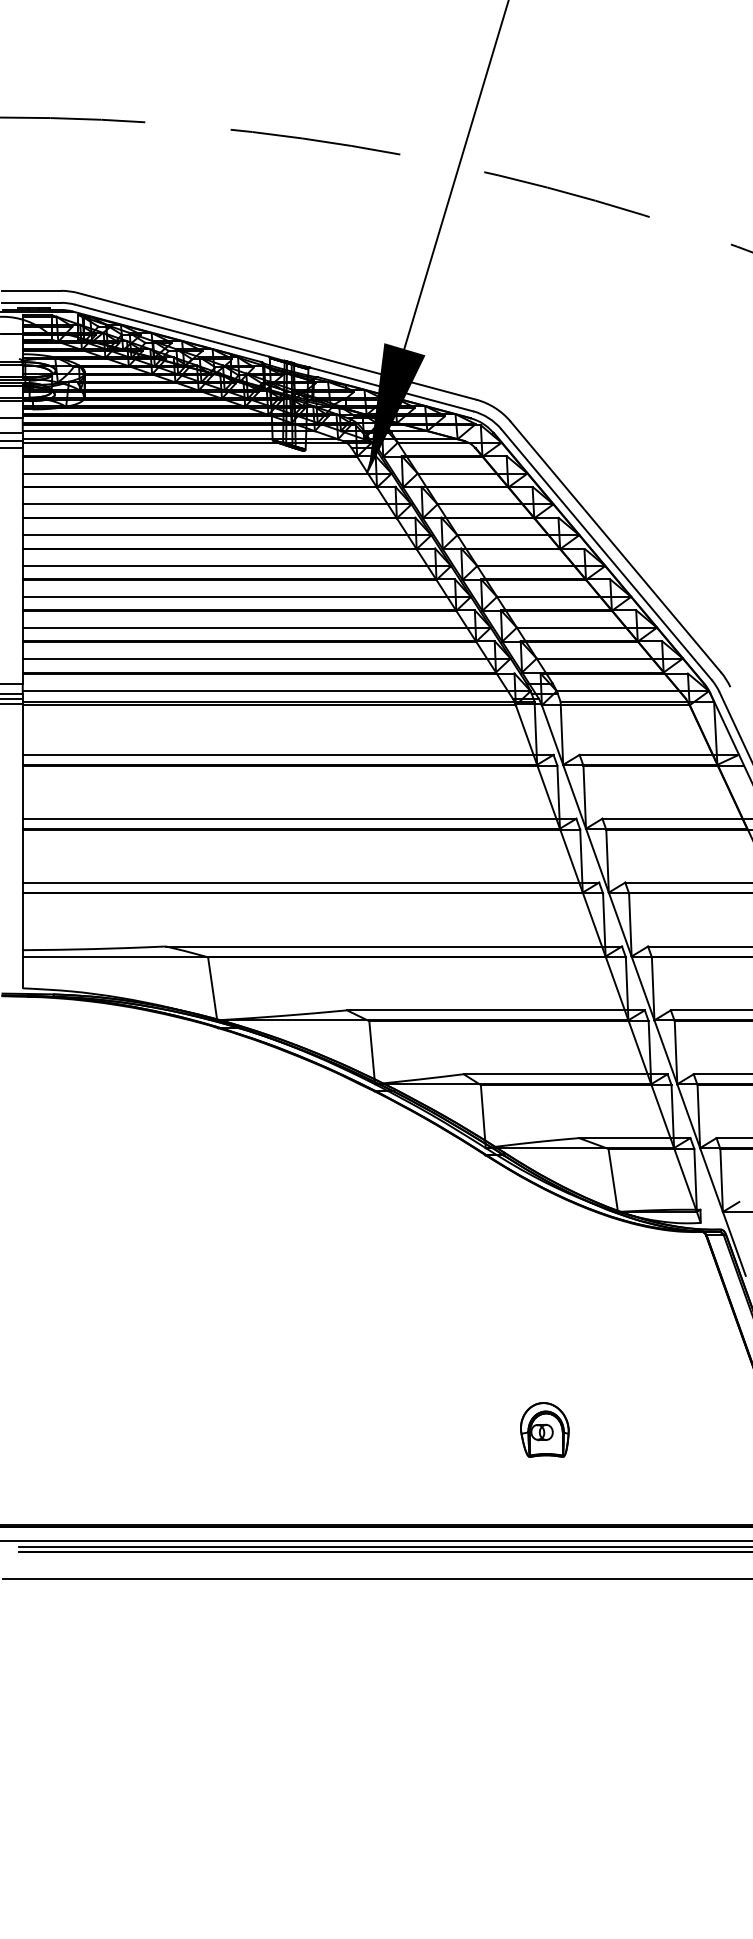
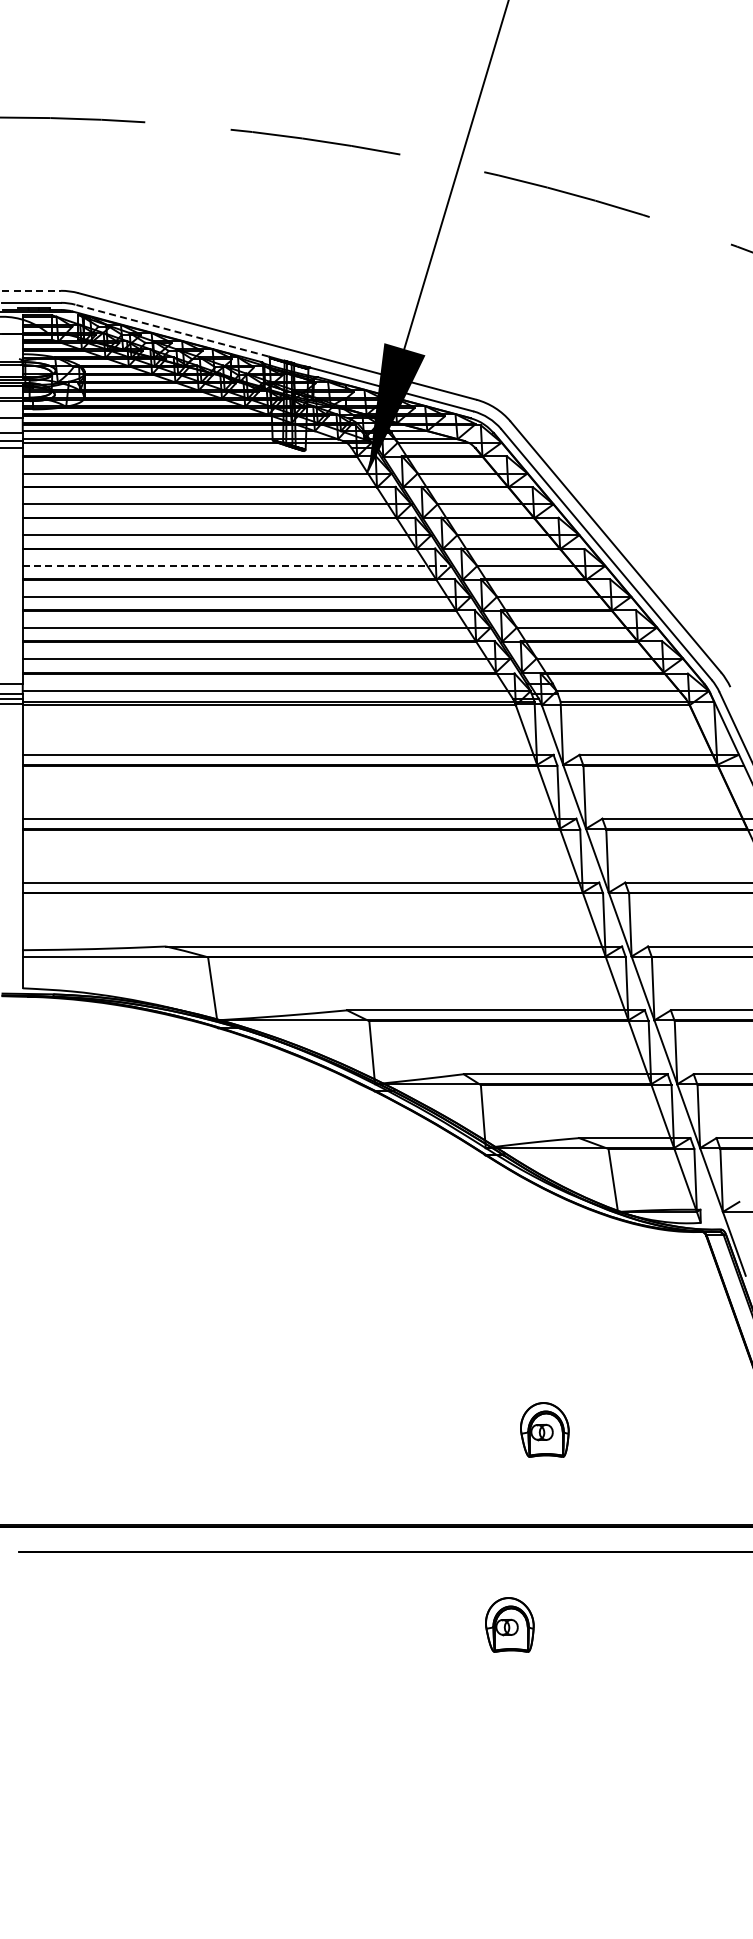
line at (32, 290): solid -> dashed
line at (171, 330): solid -> dashed
line at (237, 566): solid -> dashed
line at (375, 1540): present -> none
line at (383, 1547): present -> none
line at (375, 1579): present -> none
part at (509, 1624): none -> present
